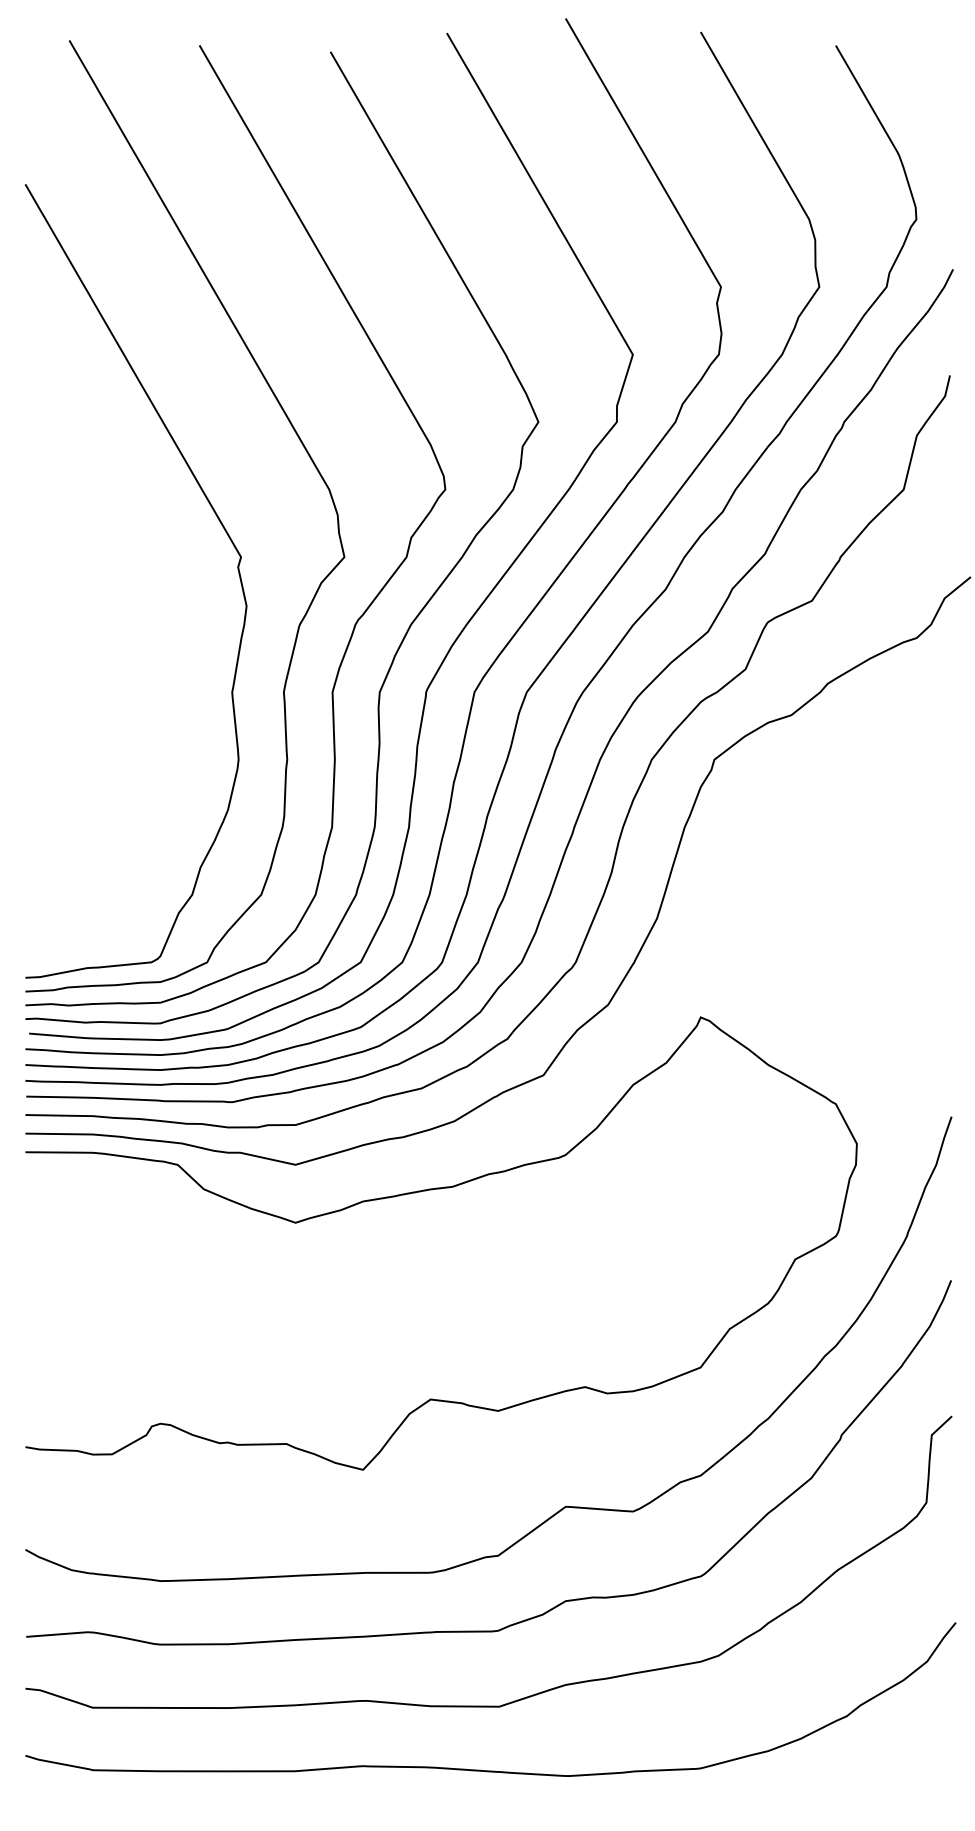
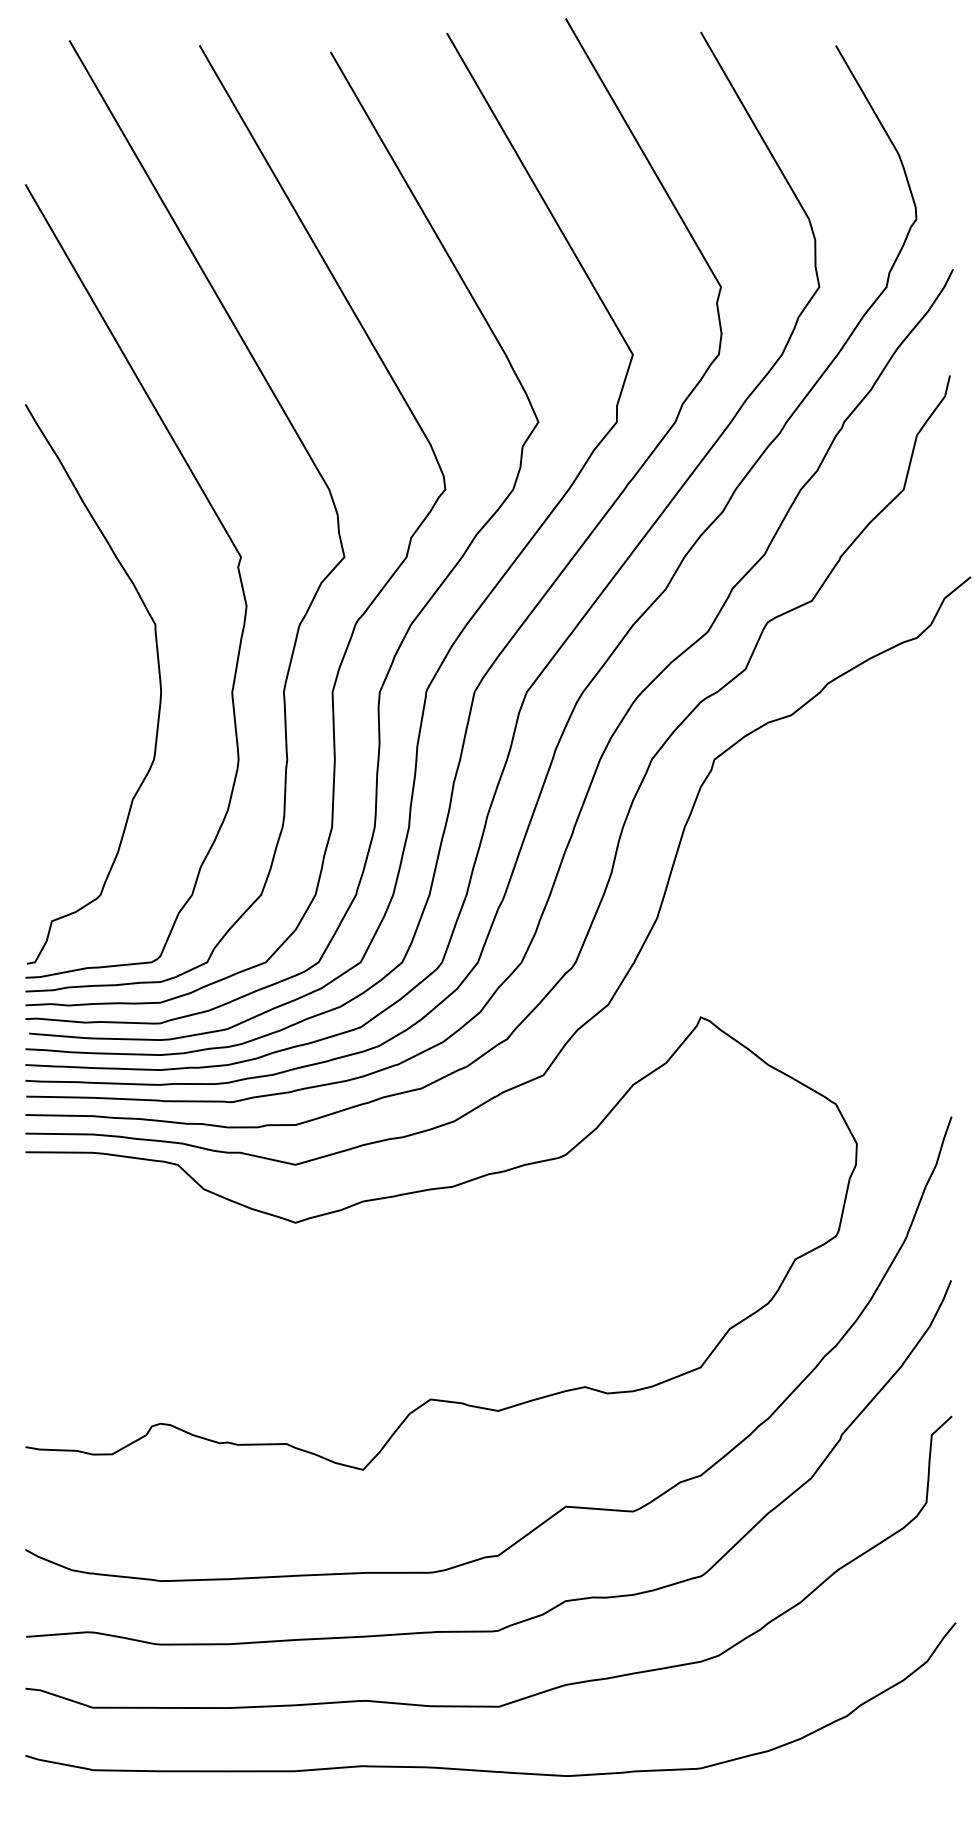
curve at (158, 674): none -> present
